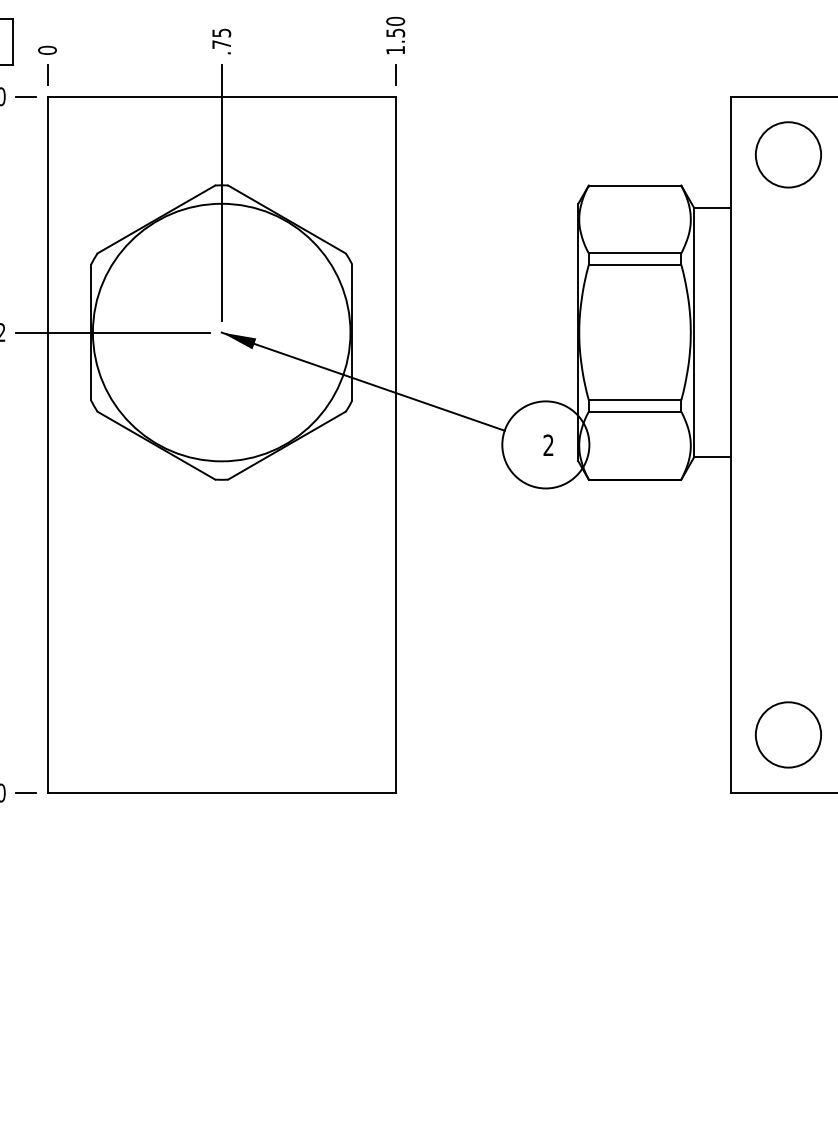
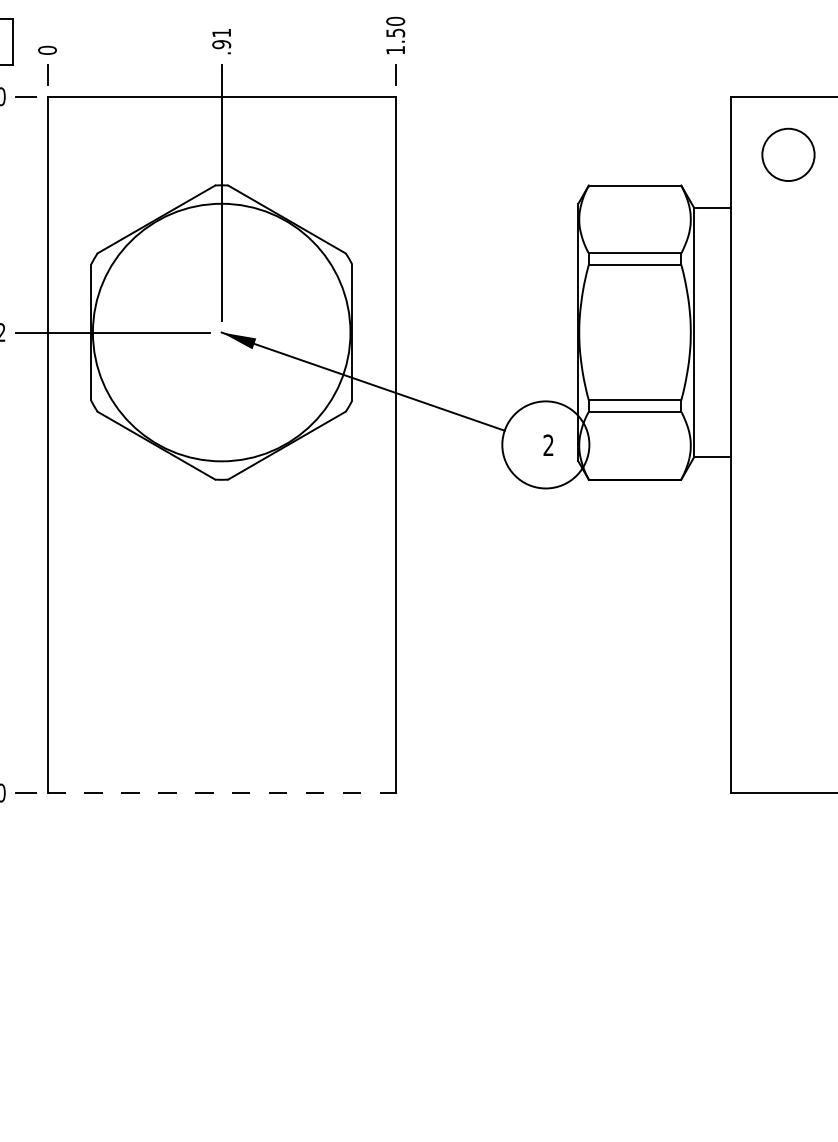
text at (221, 38): .75 -> .91
circle at (788, 154) diameter: 65 px -> 52 px
circle at (788, 734): present -> none
line at (222, 793): solid -> dashed
